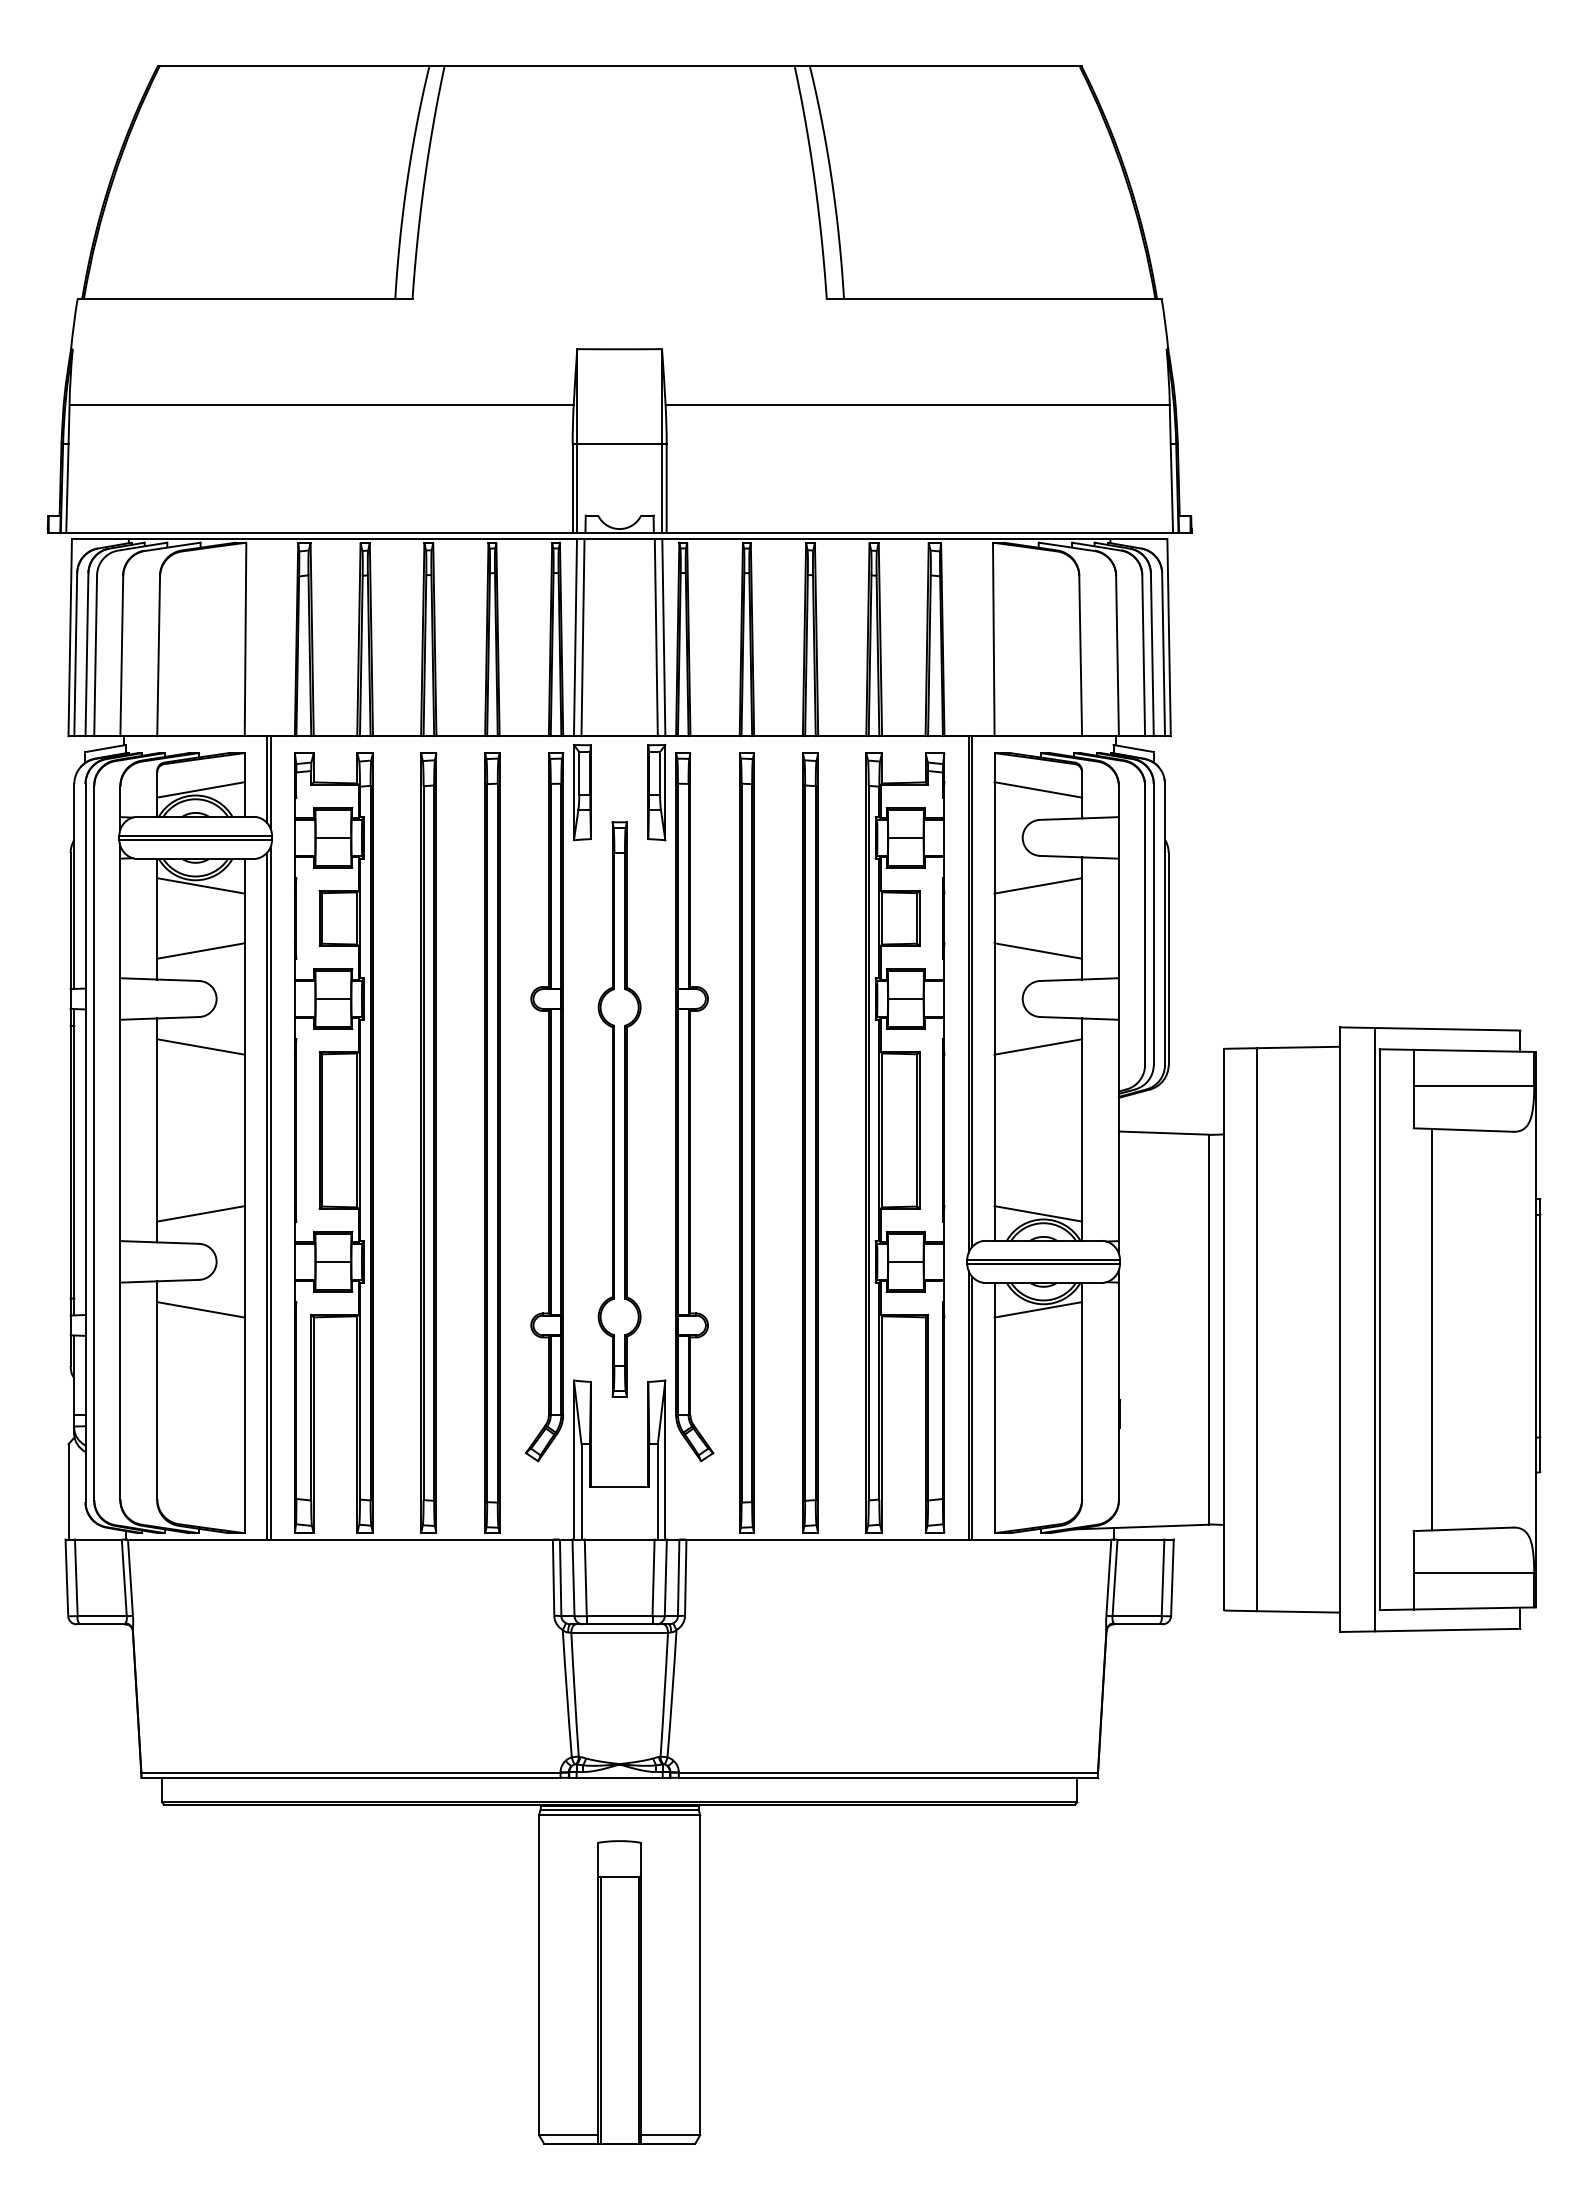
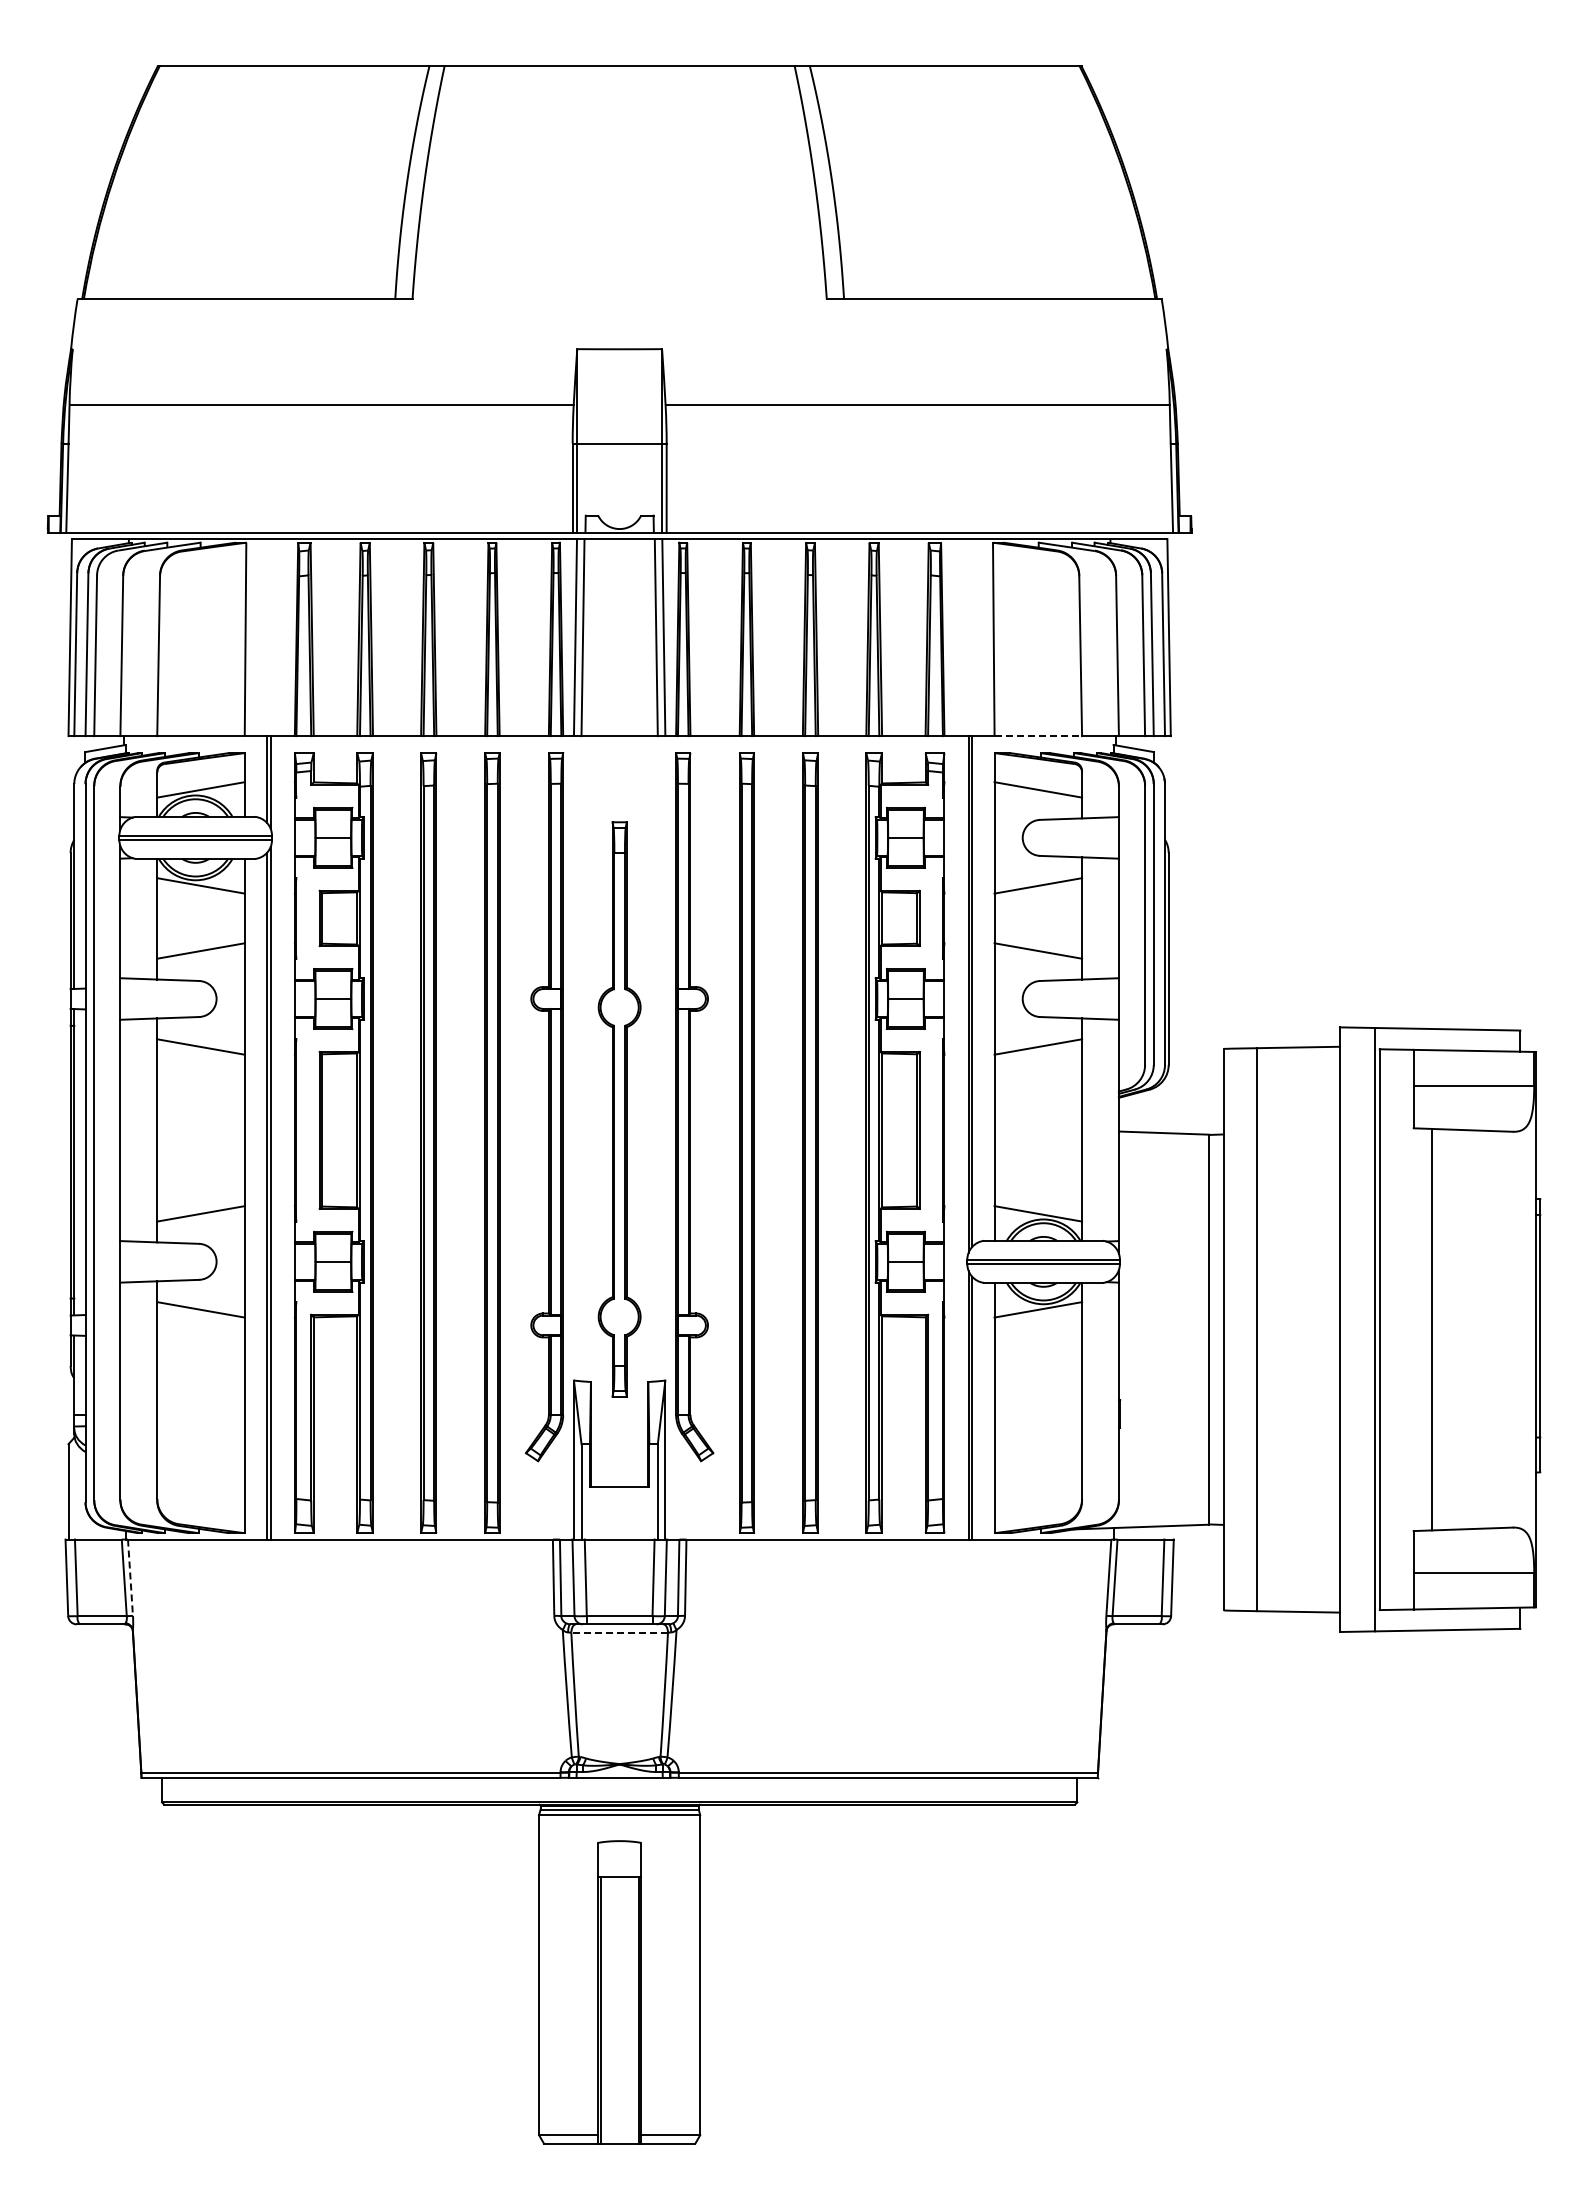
line at (1038, 736): solid -> dashed
part at (582, 792): present -> none
part at (656, 792): present -> none
line at (130, 1577): solid -> dashed
line at (619, 1632): solid -> dashed
